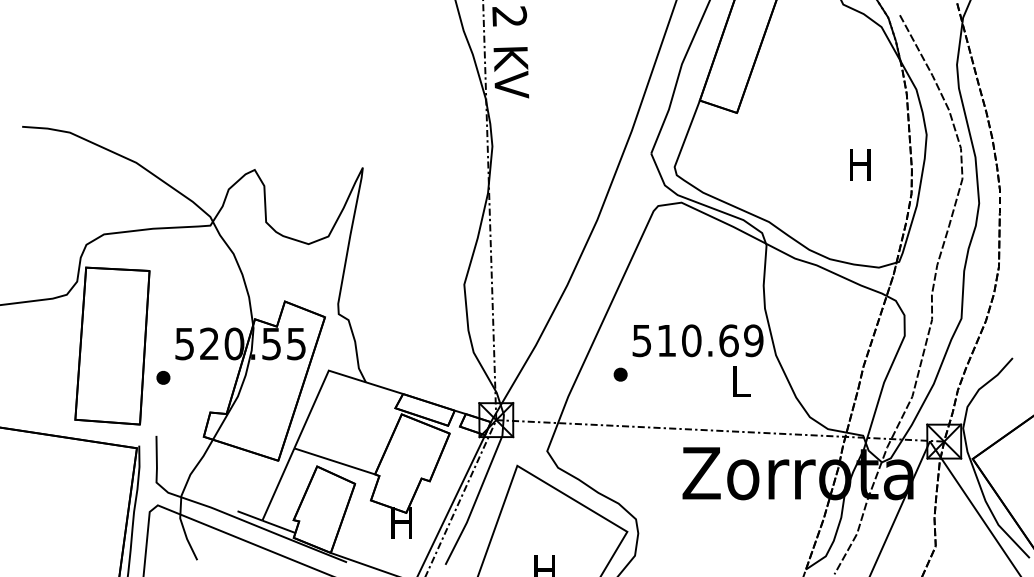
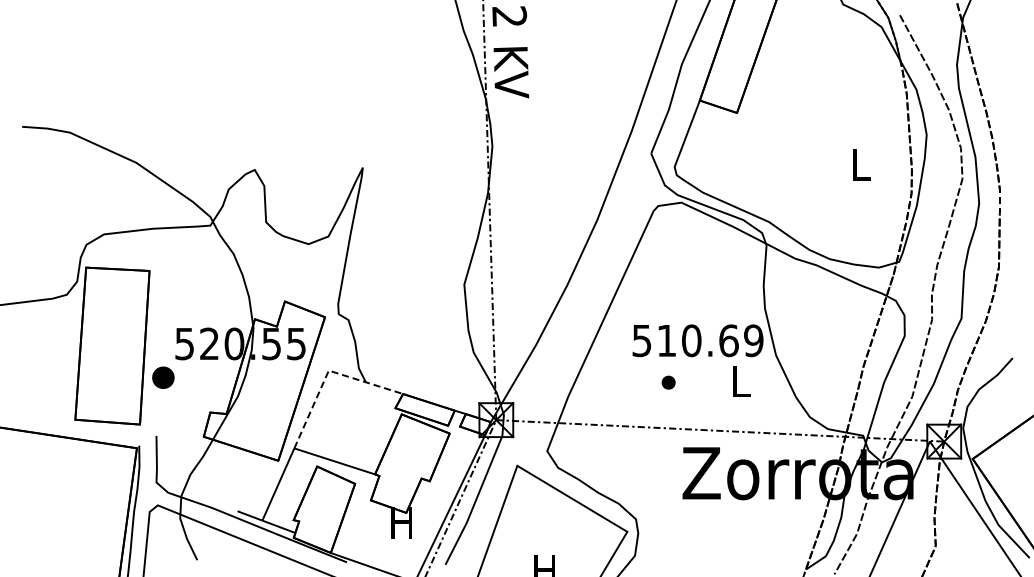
text at (860, 164): H -> L
line at (327, 373): solid -> dashed
part at (620, 374) position: (620, 374) -> (668, 382)
part at (163, 377) size: 15x14 px -> 23x23 px
